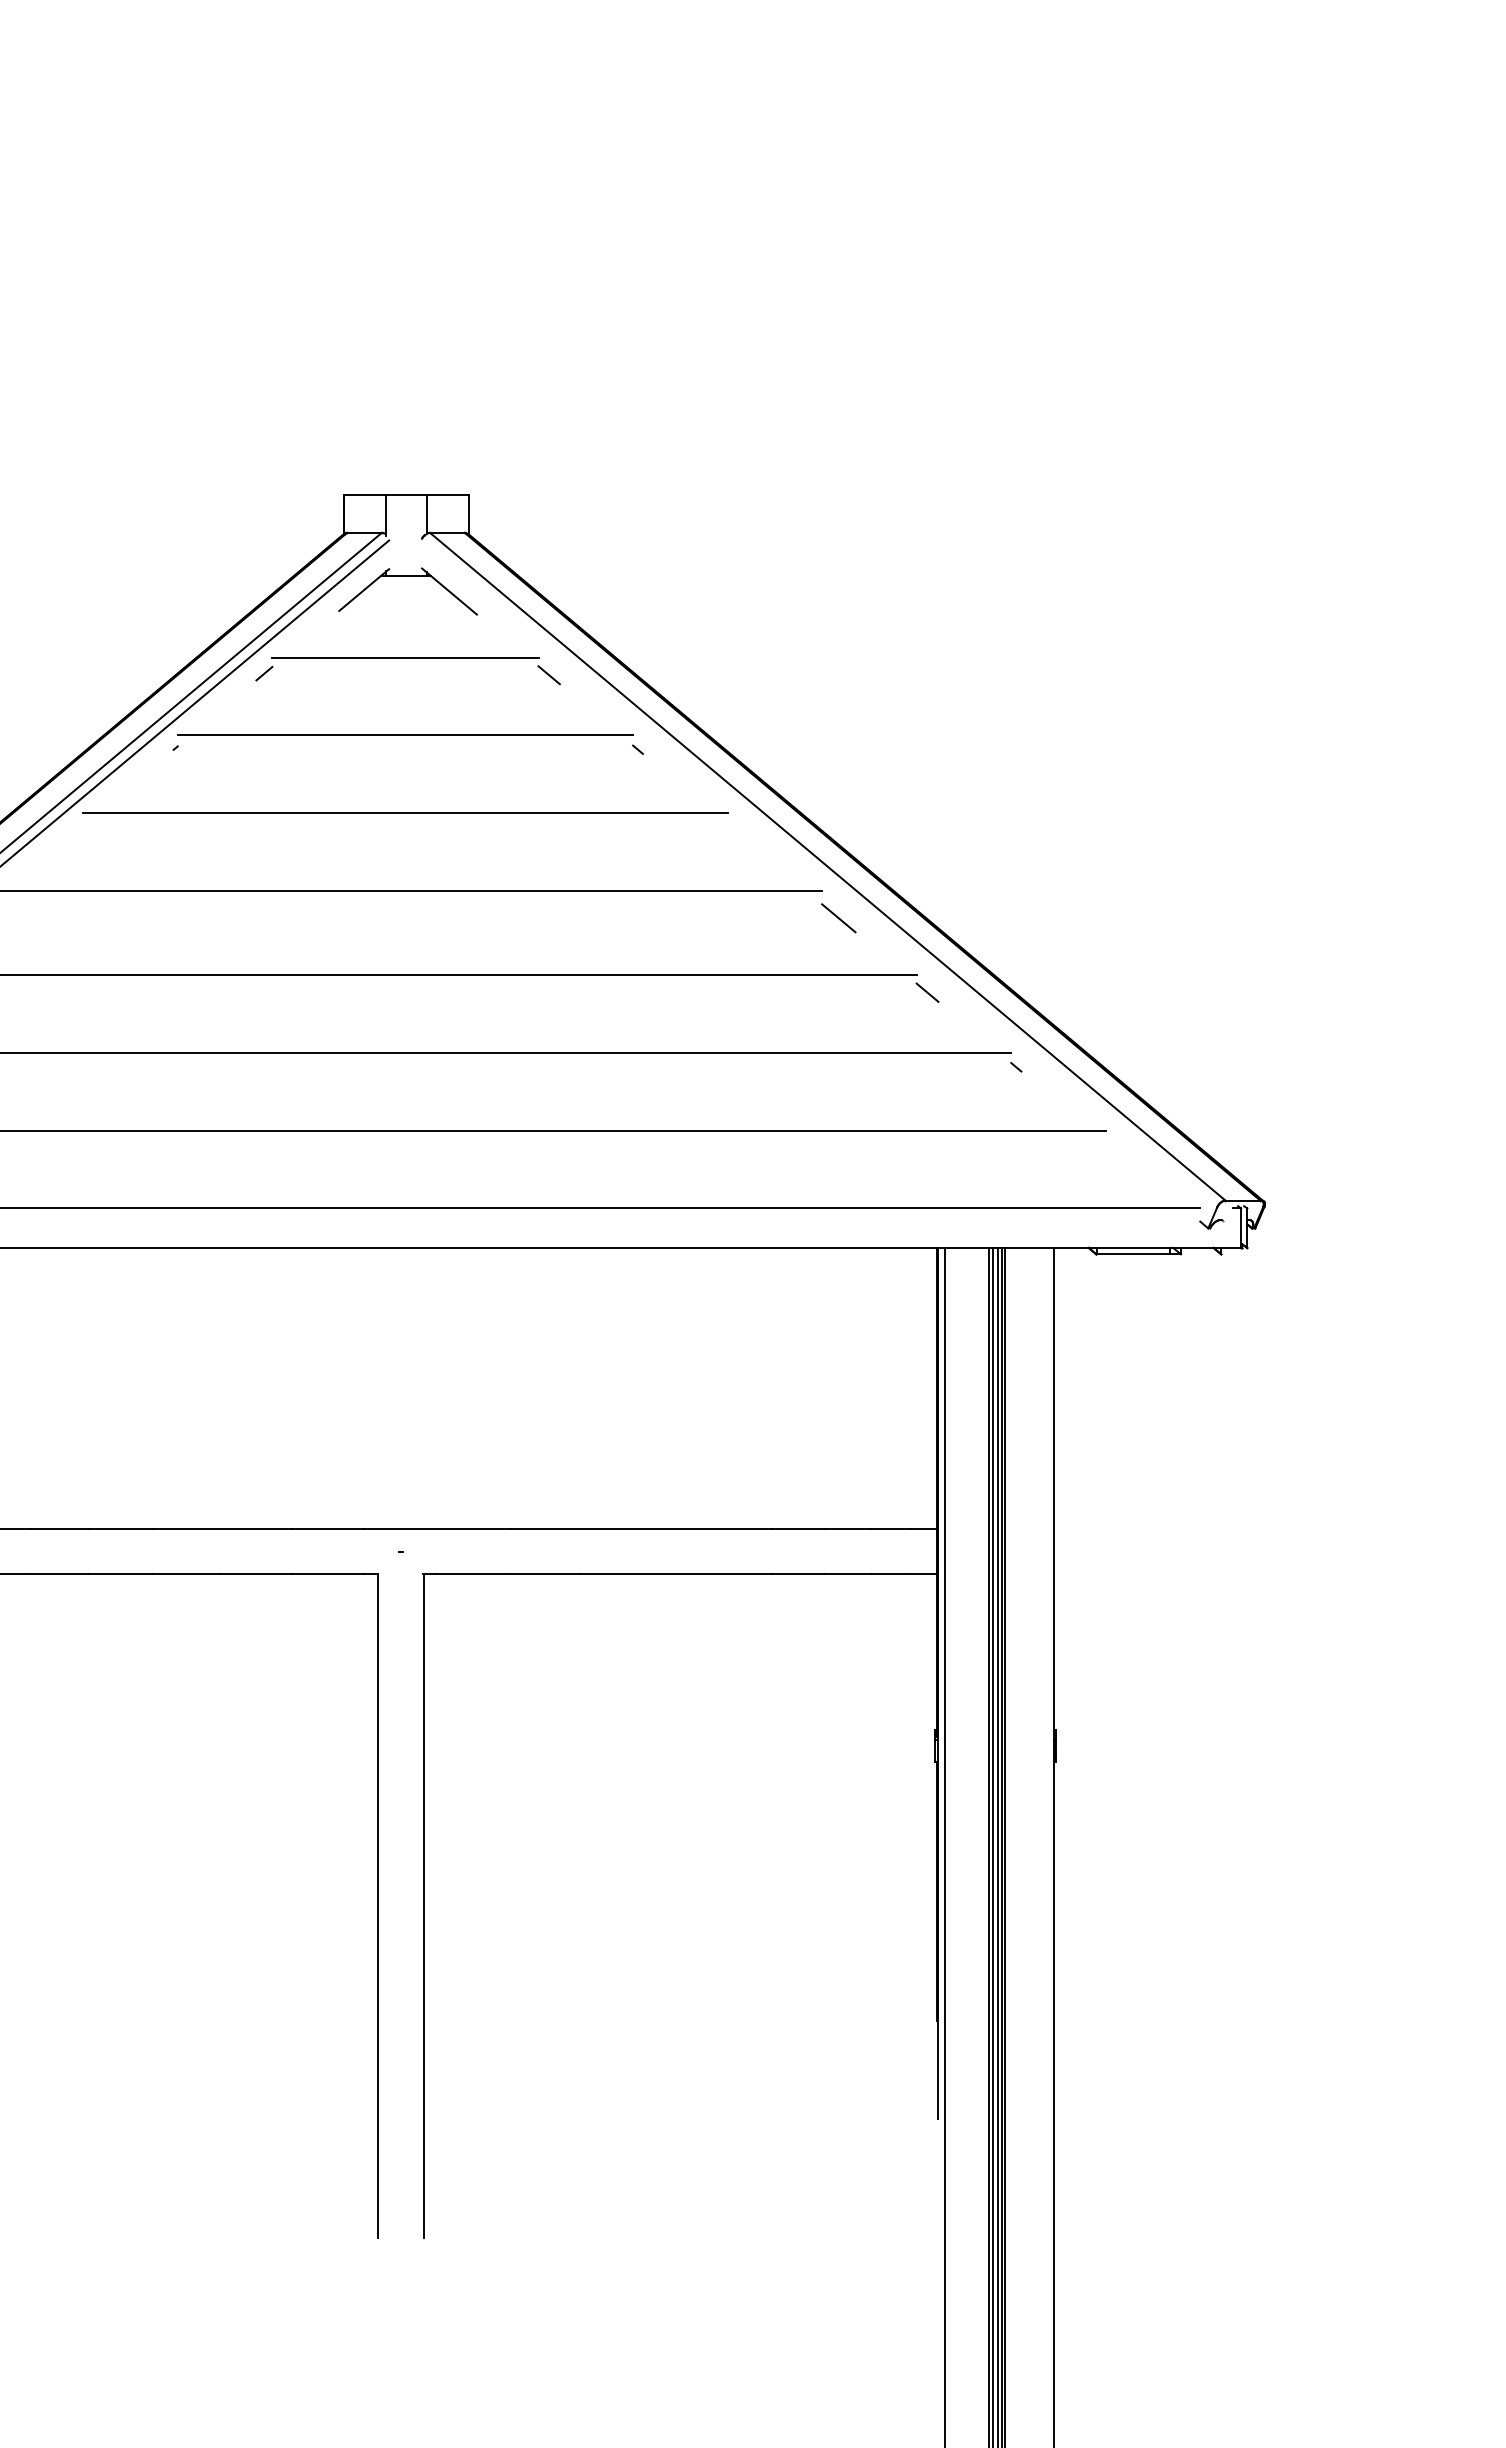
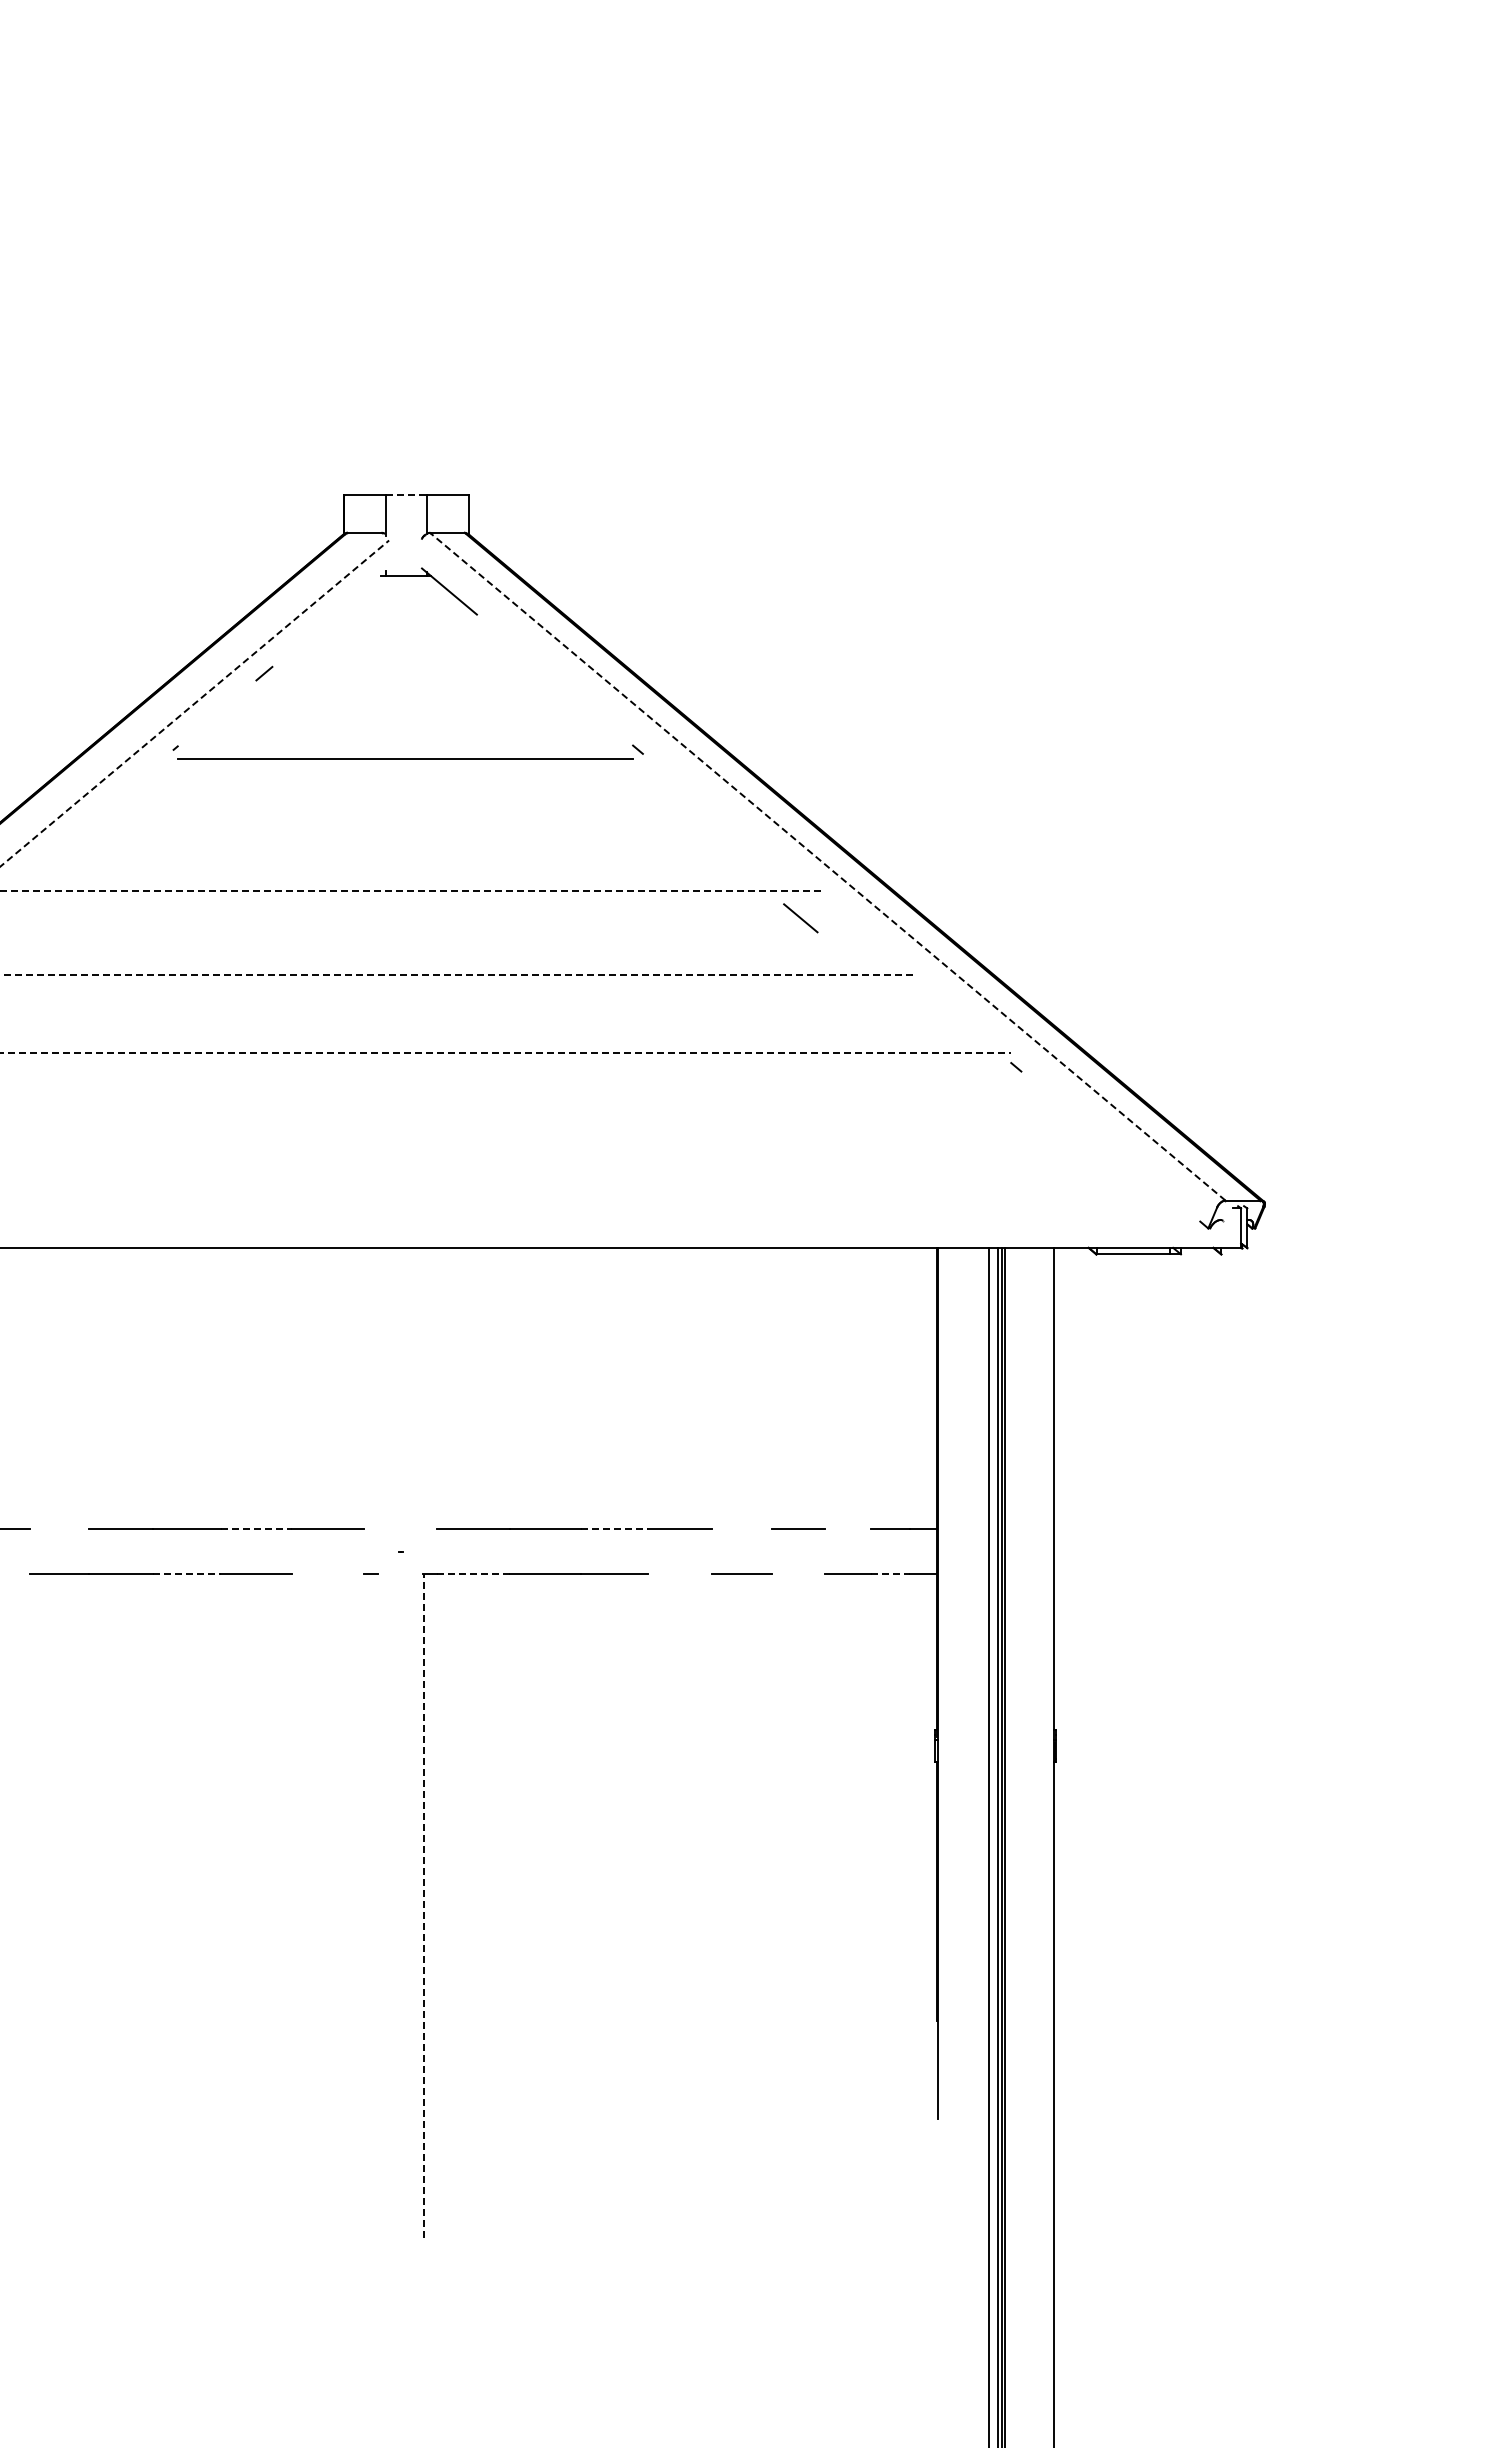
line at (406, 495): solid -> dashed
line at (364, 589): present -> none
line at (405, 657): present -> none
line at (548, 675): present -> none
line at (191, 691): present -> none
line at (194, 703): solid -> dashed
line at (405, 734) position: (405, 734) -> (405, 758)
line at (405, 812): present -> none
line at (827, 866): solid -> dashed
line at (411, 890): solid -> dashed
line at (838, 918) position: (838, 918) -> (800, 918)
line at (458, 975): solid -> dashed
line at (927, 992): present -> none
line at (505, 1052): solid -> dashed
line at (553, 1130): present -> none
line at (601, 1208): present -> none
line at (59, 1529): present -> none
line at (257, 1529): solid -> dashed
line at (400, 1529): present -> none
line at (614, 1529): solid -> dashed
line at (741, 1529): present -> none
line at (847, 1529): present -> none
line at (16, 1574): present -> none
line at (187, 1574): solid -> dashed
line at (327, 1574): present -> none
line at (474, 1574): solid -> dashed
line at (680, 1574): present -> none
line at (797, 1574): present -> none
line at (890, 1574): solid -> dashed
line at (945, 1845): present -> none
line at (993, 1845): present -> none
line at (378, 1906): present -> none
line at (423, 1906): solid -> dashed
